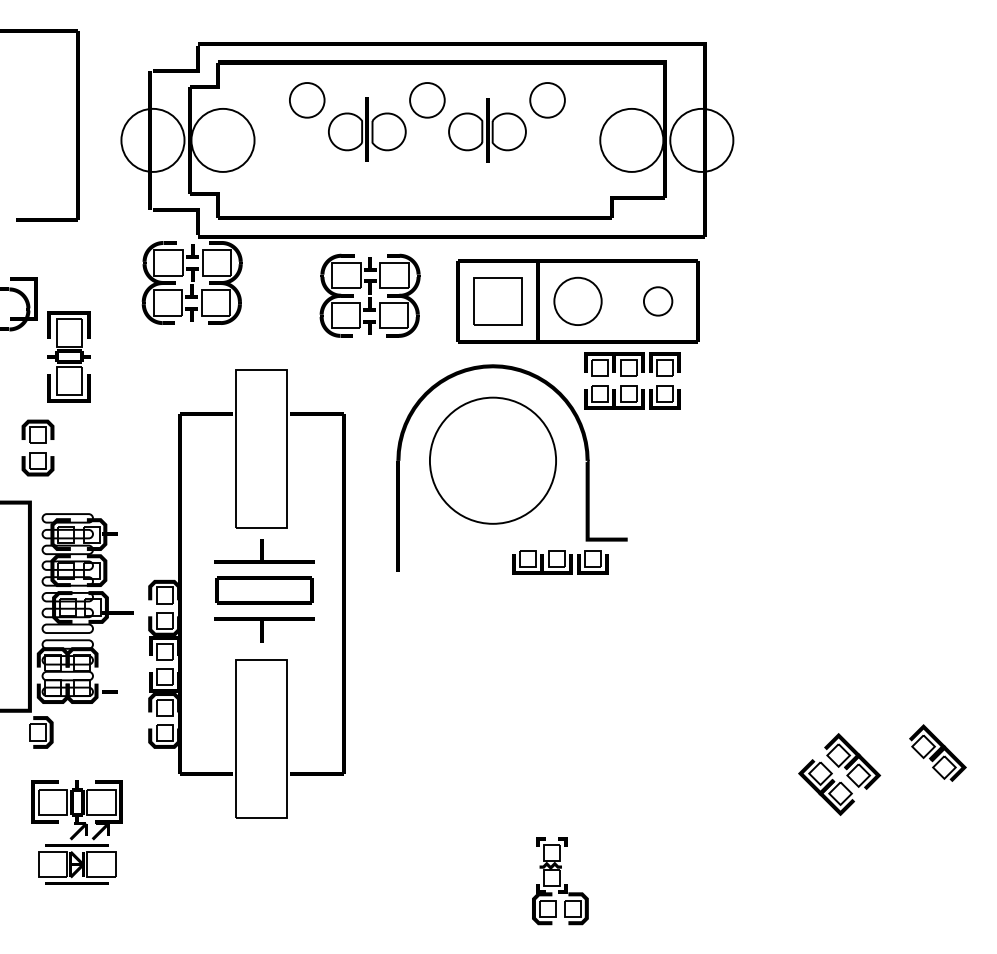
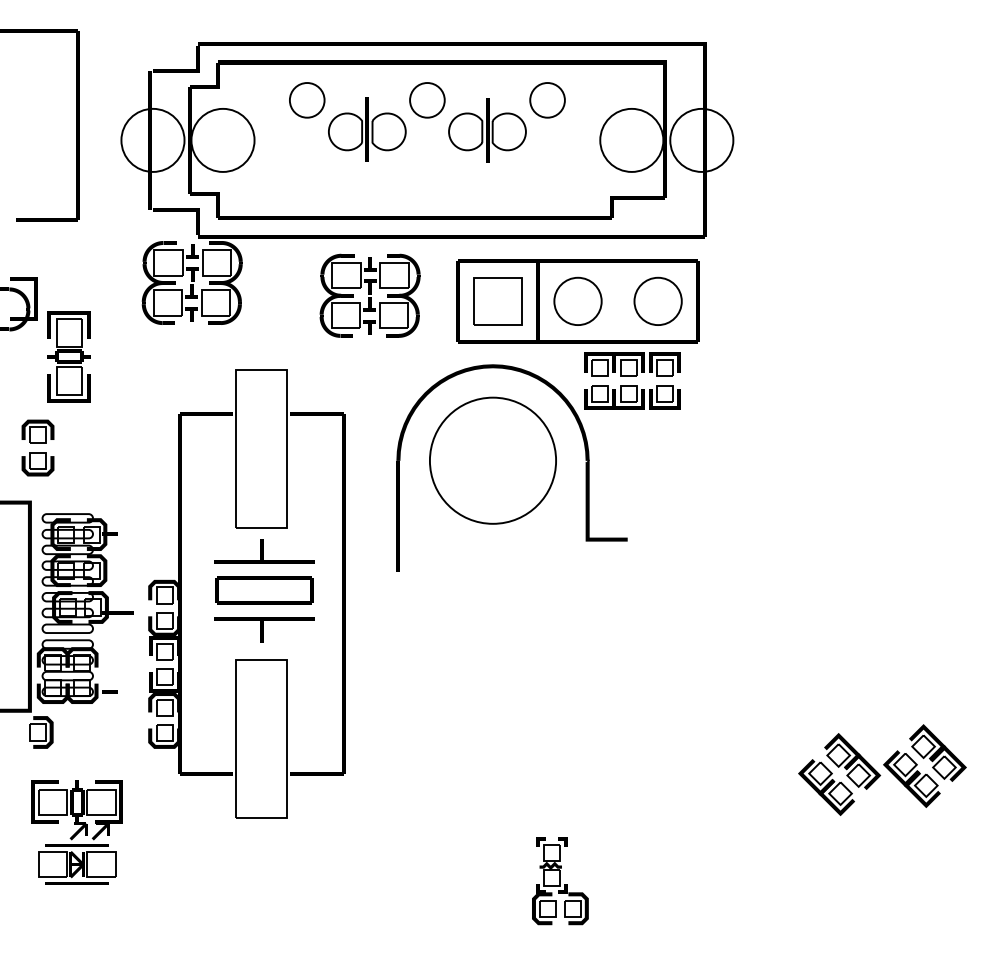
circle at (657, 301) diameter: 28 px -> 47 px
part at (560, 562): present -> none
part at (911, 778): none -> present
